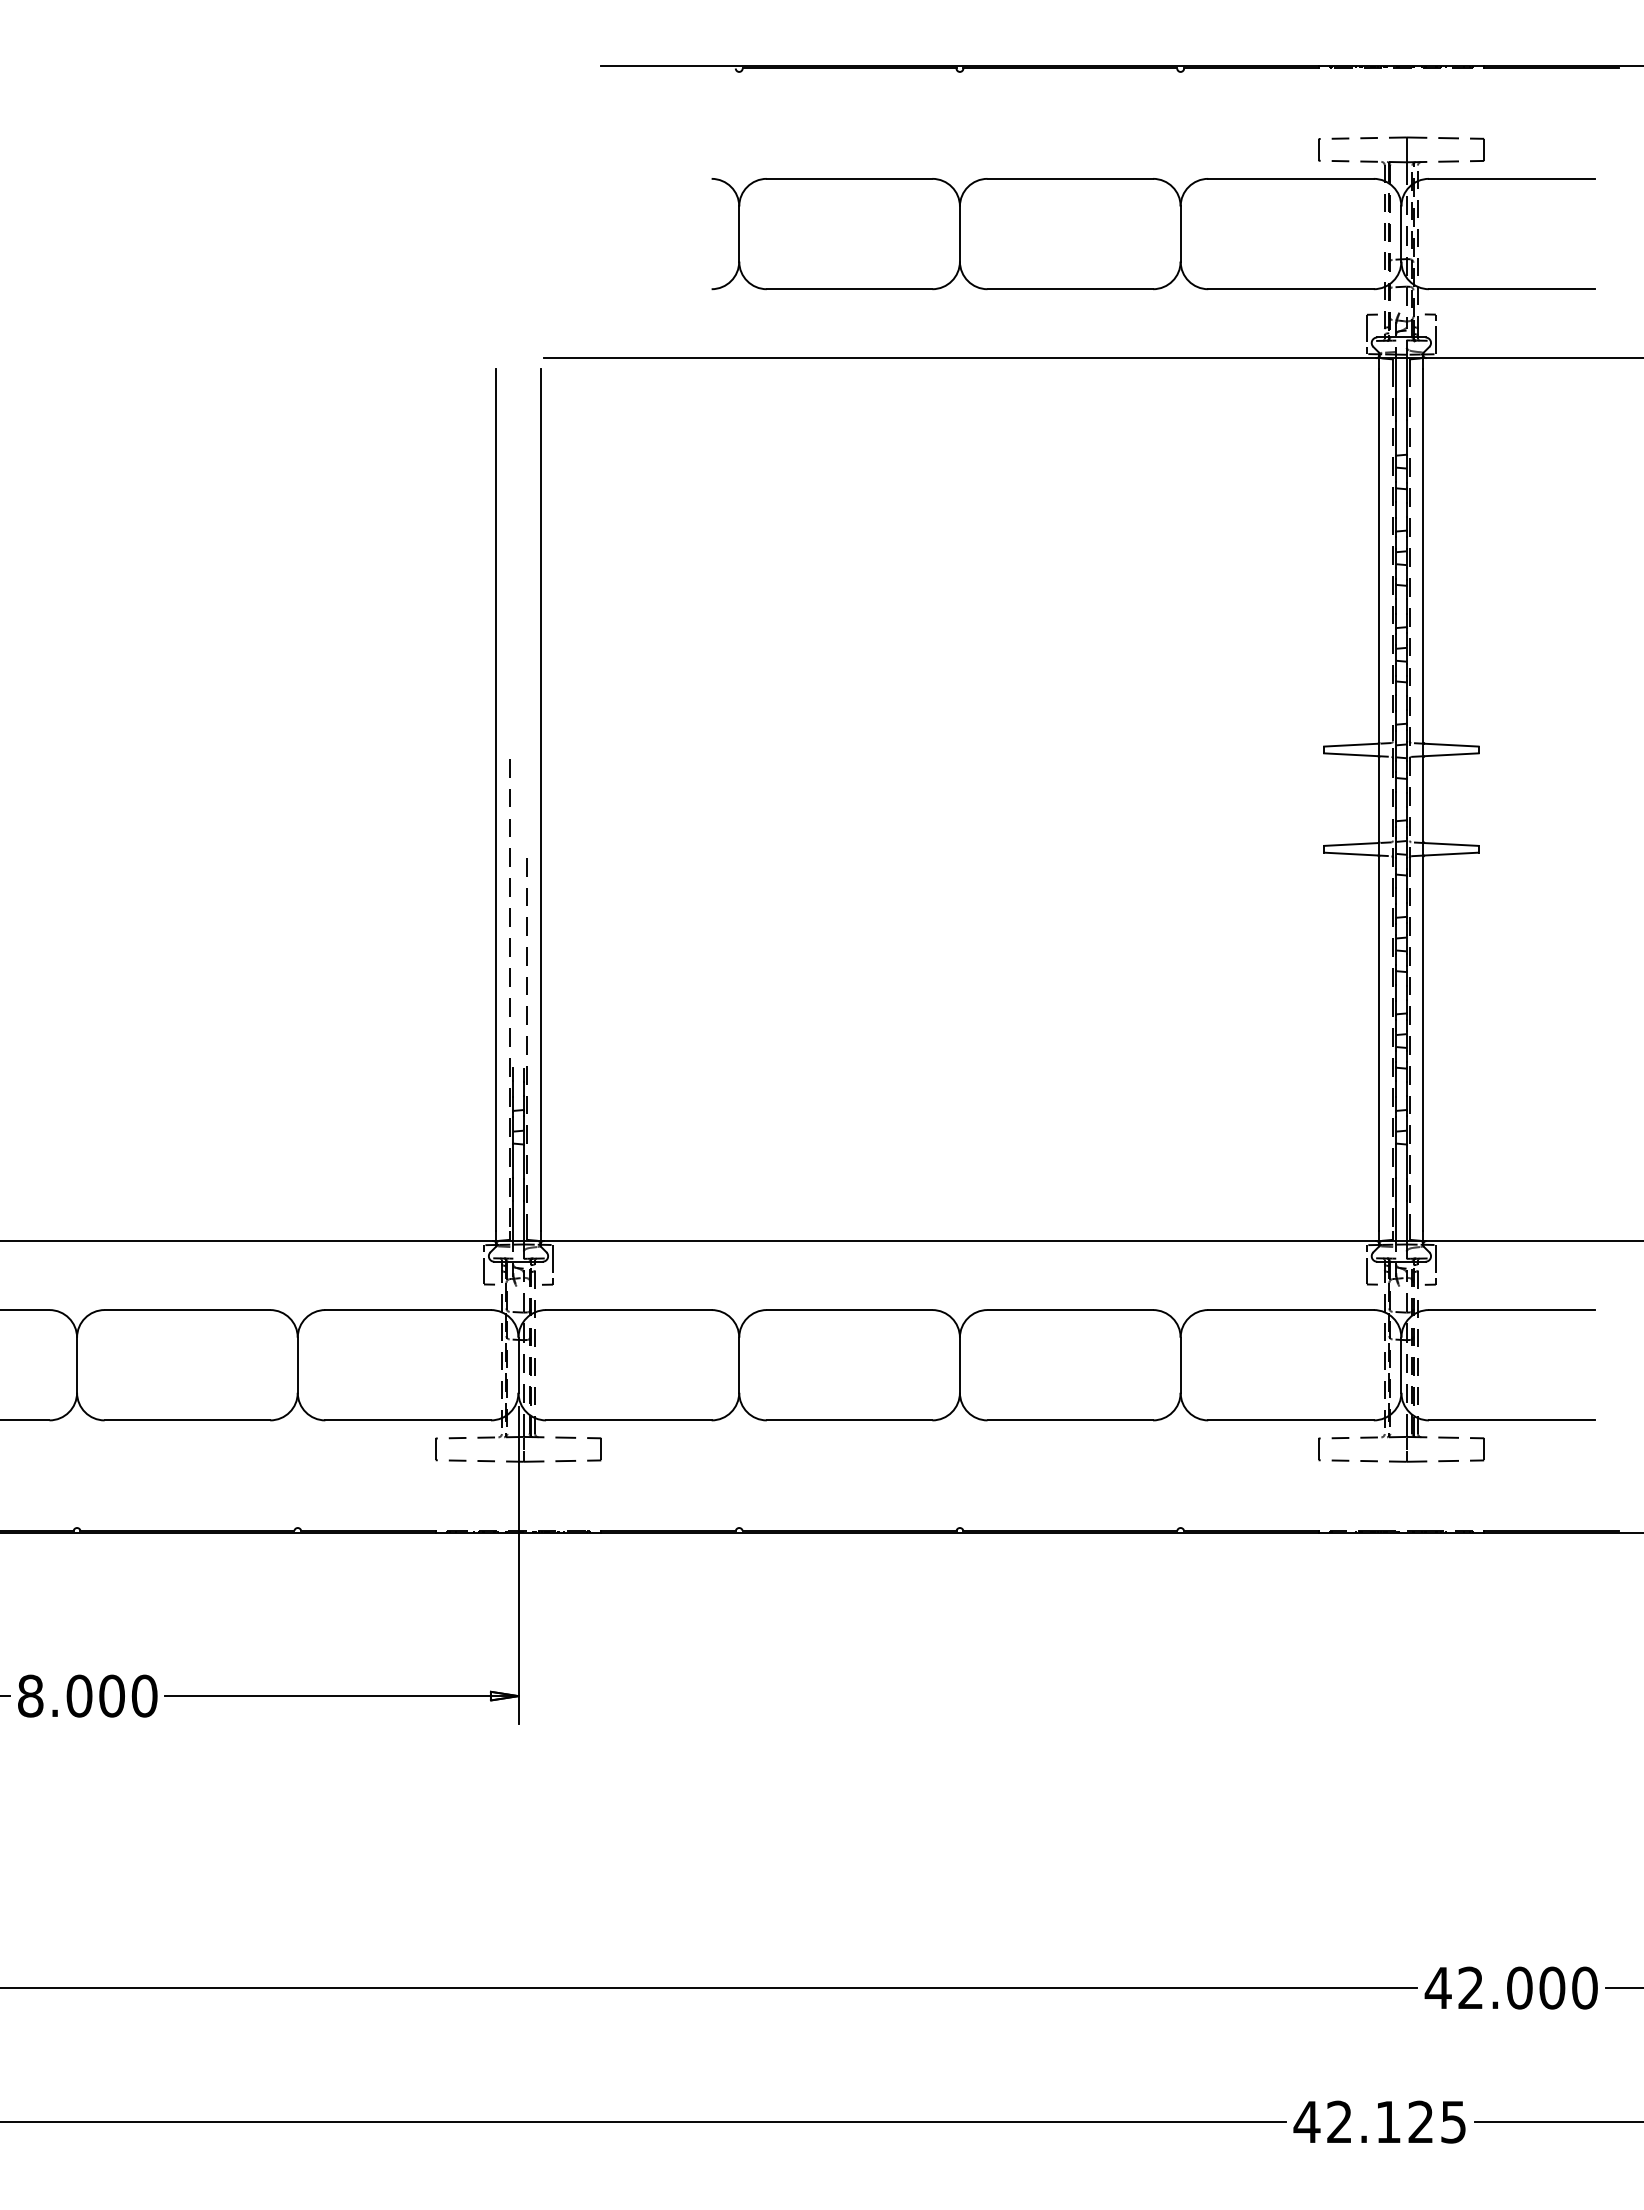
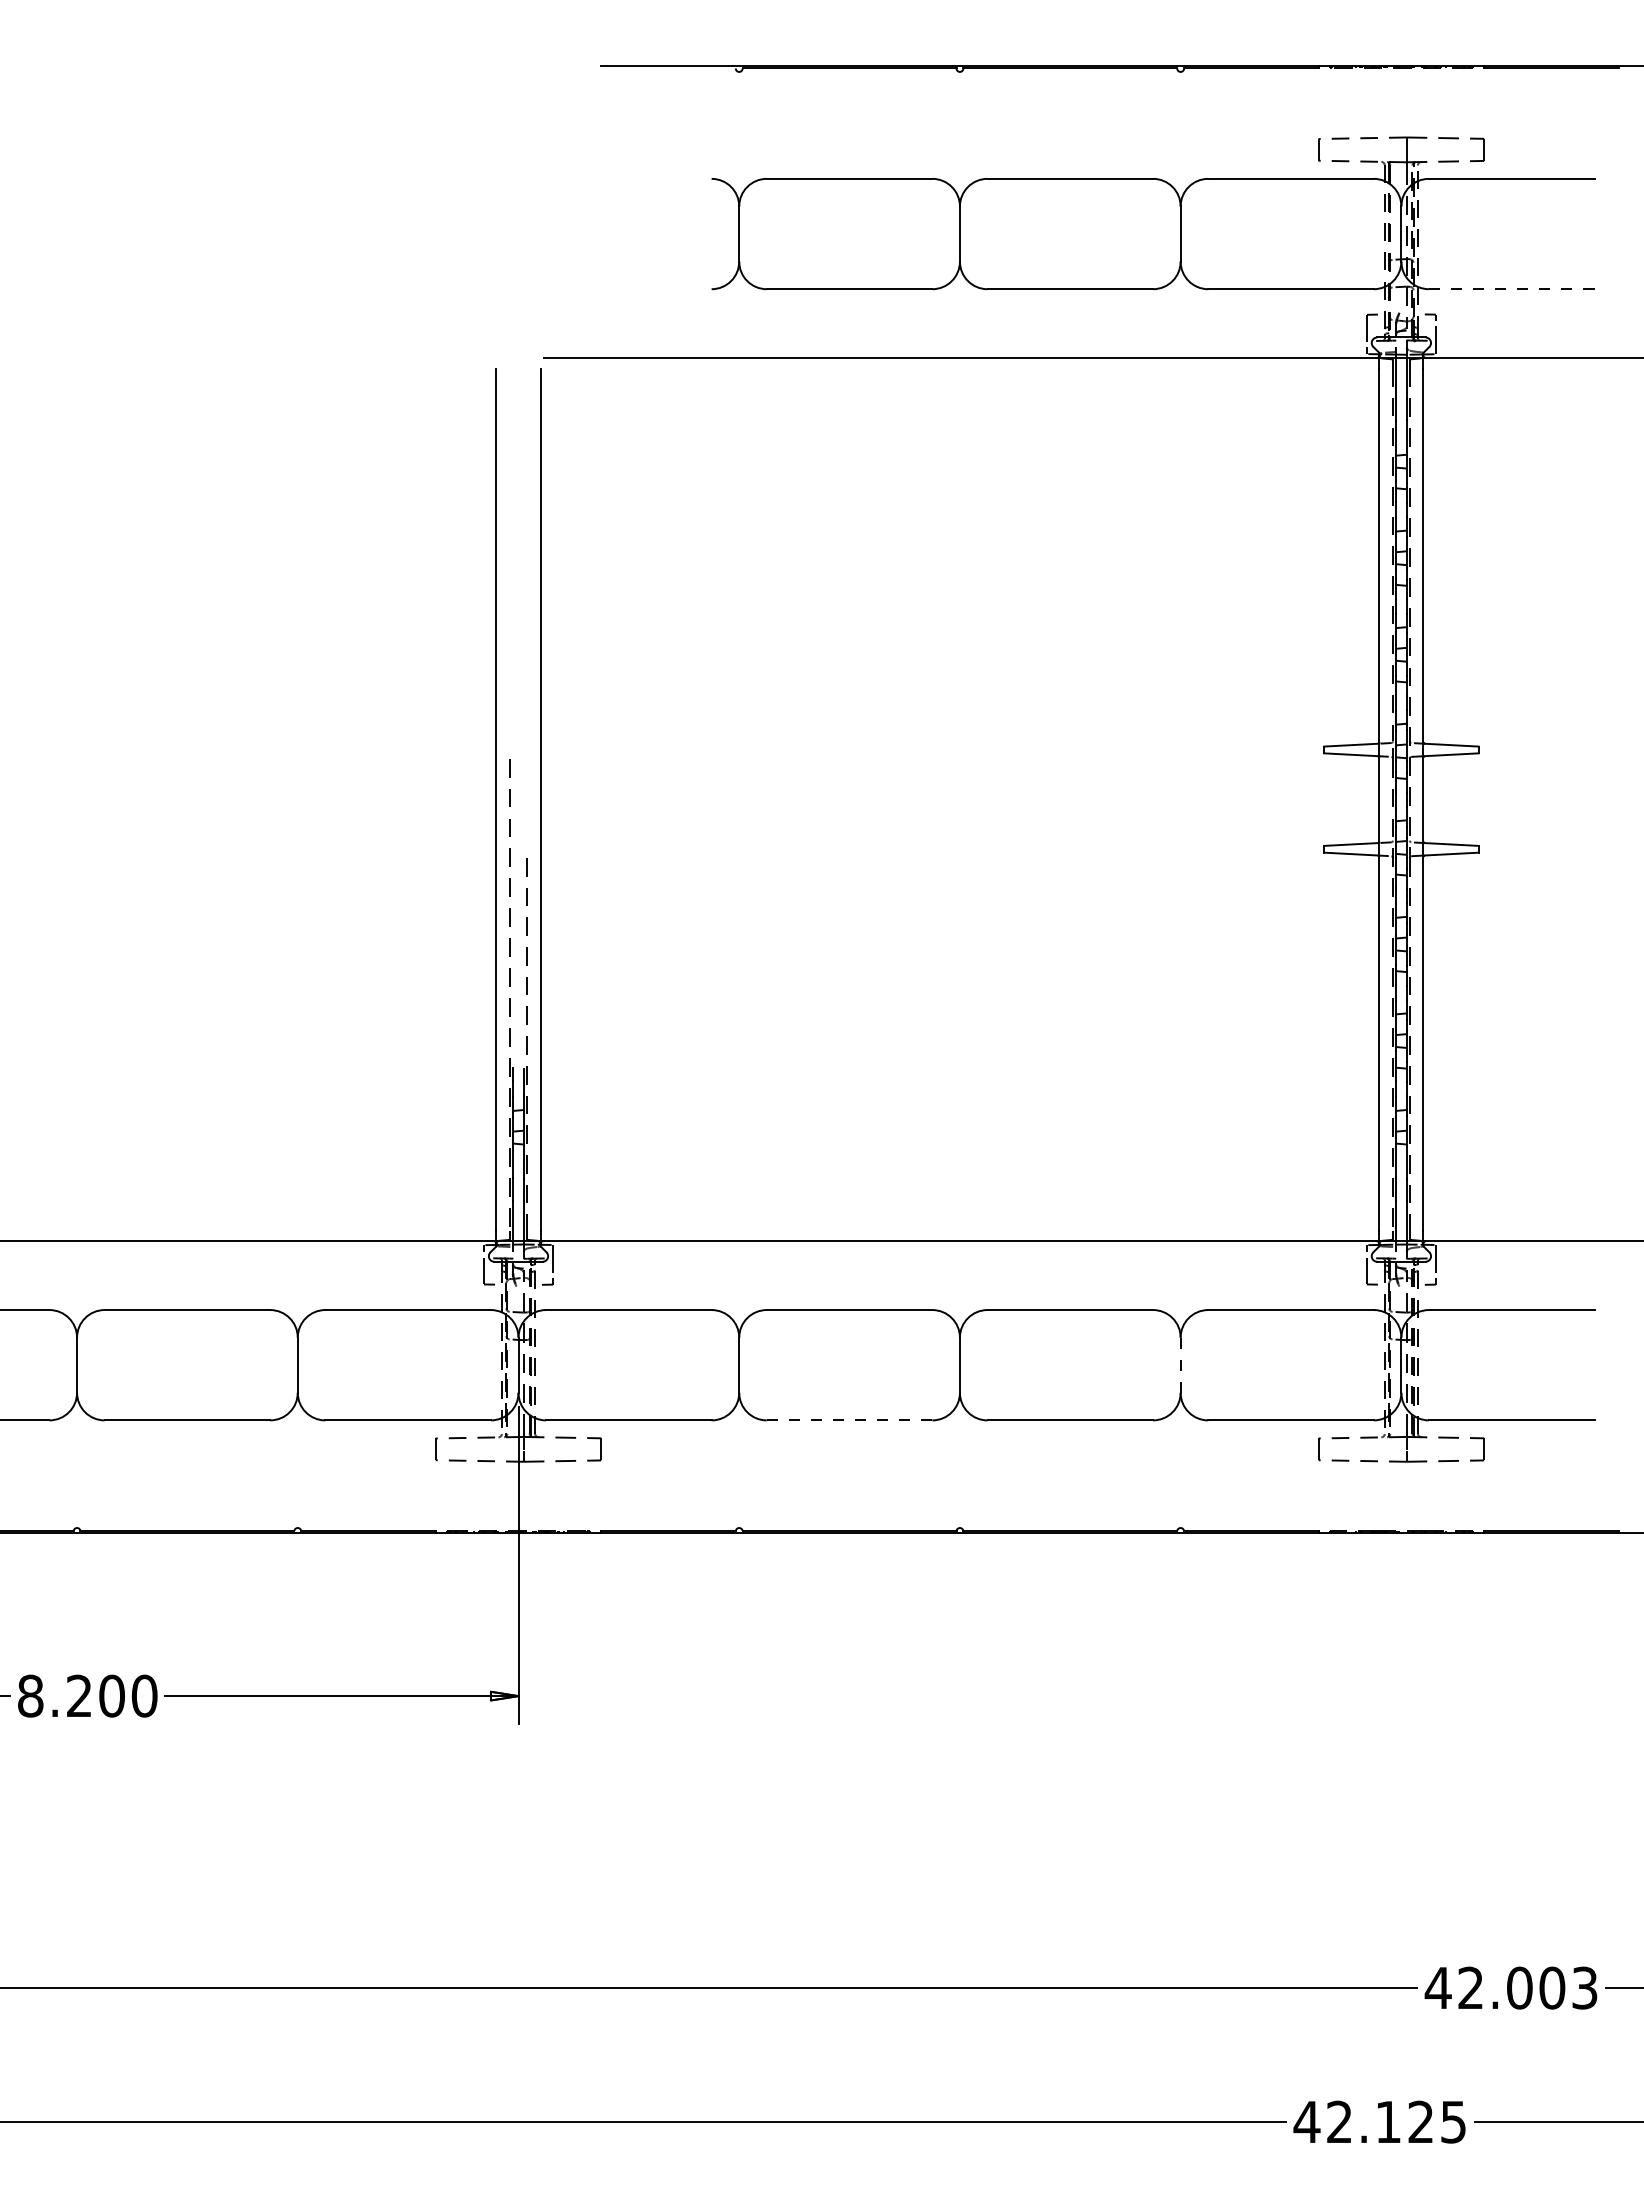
line at (1511, 289): solid -> dashed
line at (1180, 1365): solid -> dashed
line at (849, 1420): solid -> dashed
text at (79, 1695): 8.000 -> 8.200
text at (1584, 1987): 42.000 -> 42.003
